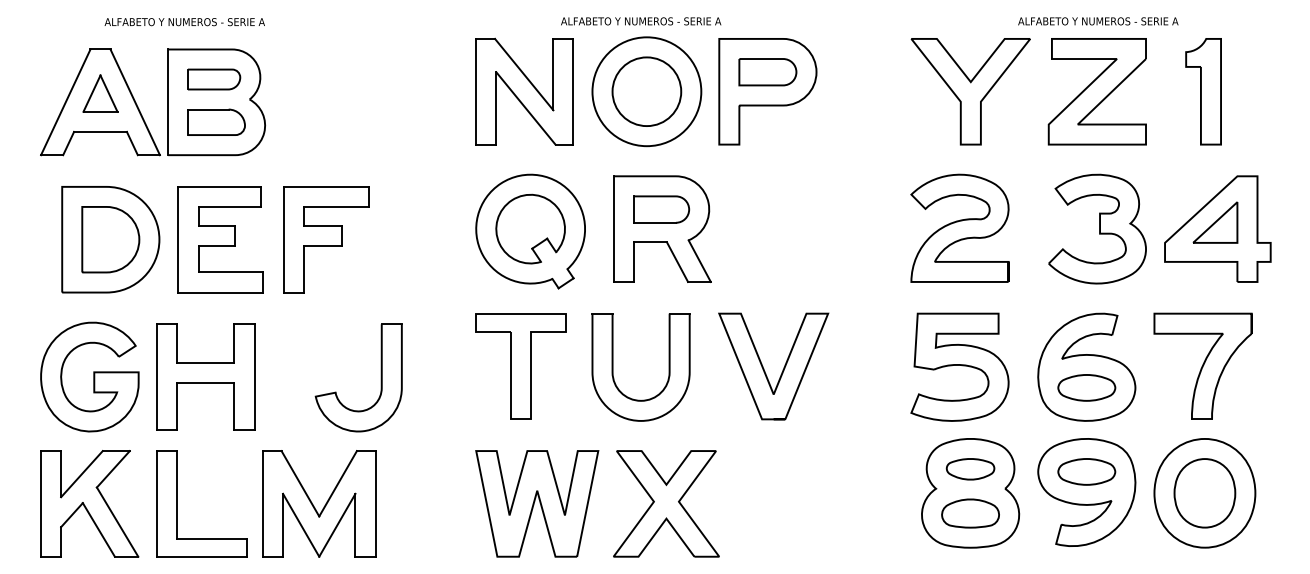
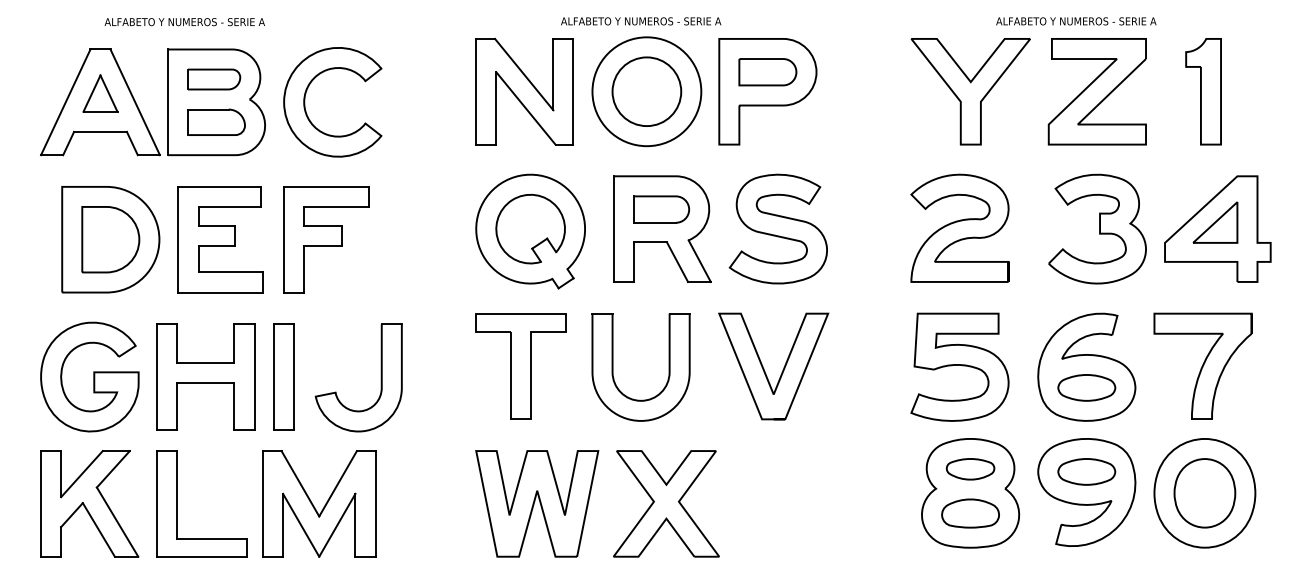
text at (1098, 21) position: (1098, 21) -> (1076, 21)
part at (305, 102): none -> present
part at (777, 228): none -> present
part at (283, 376): none -> present
